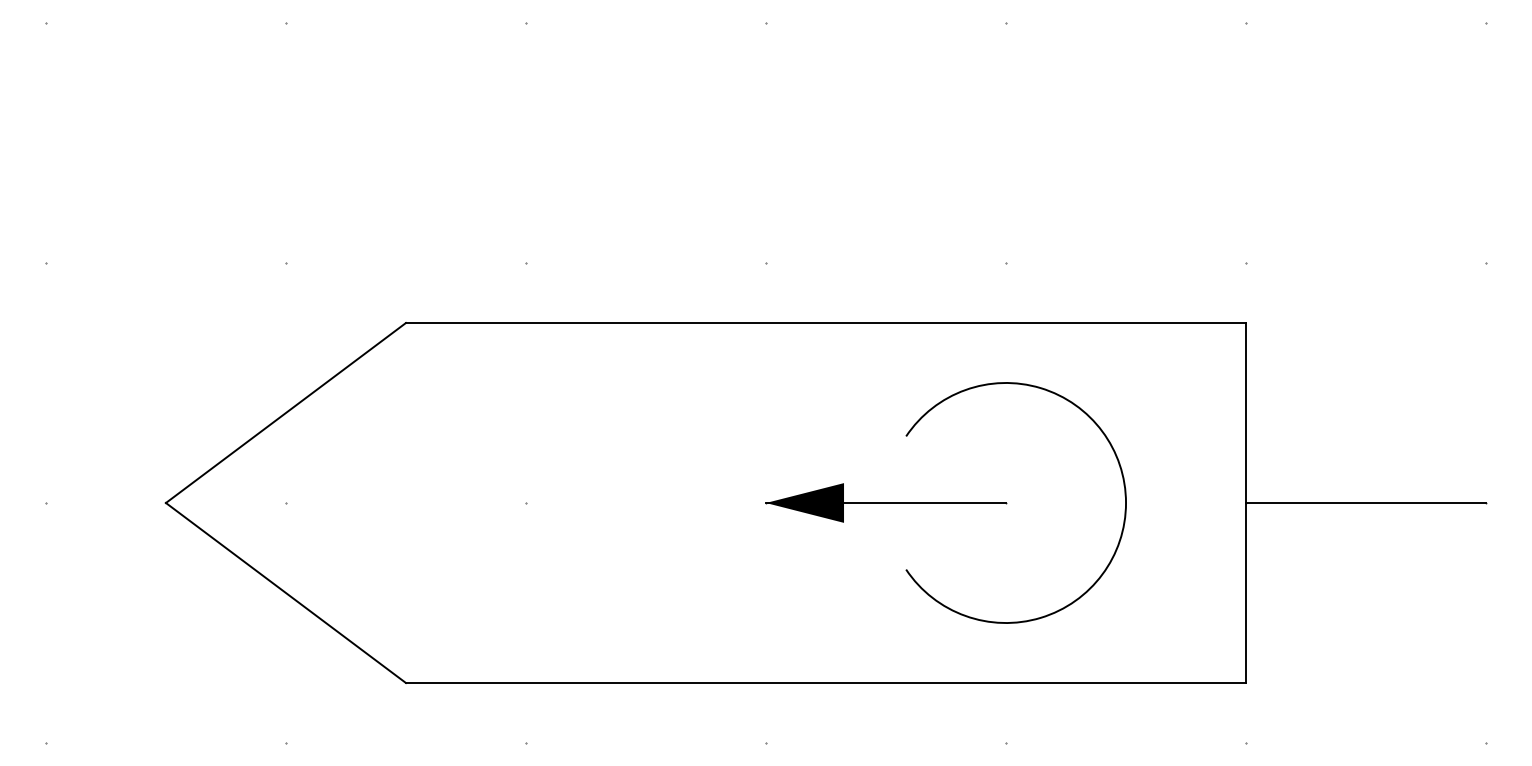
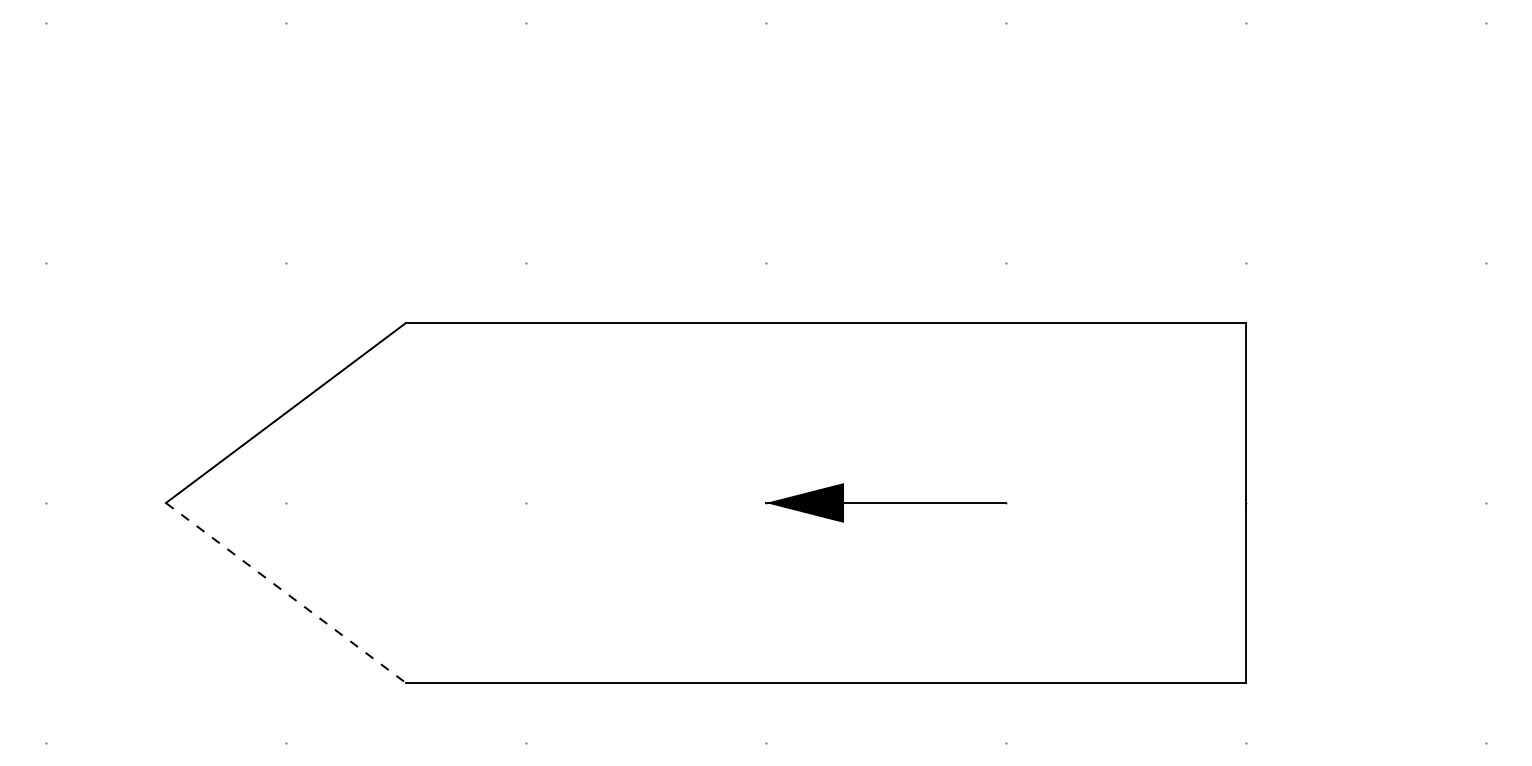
arc at (1124, 496): present -> none
line at (1366, 503): present -> none
line at (286, 593): solid -> dashed
